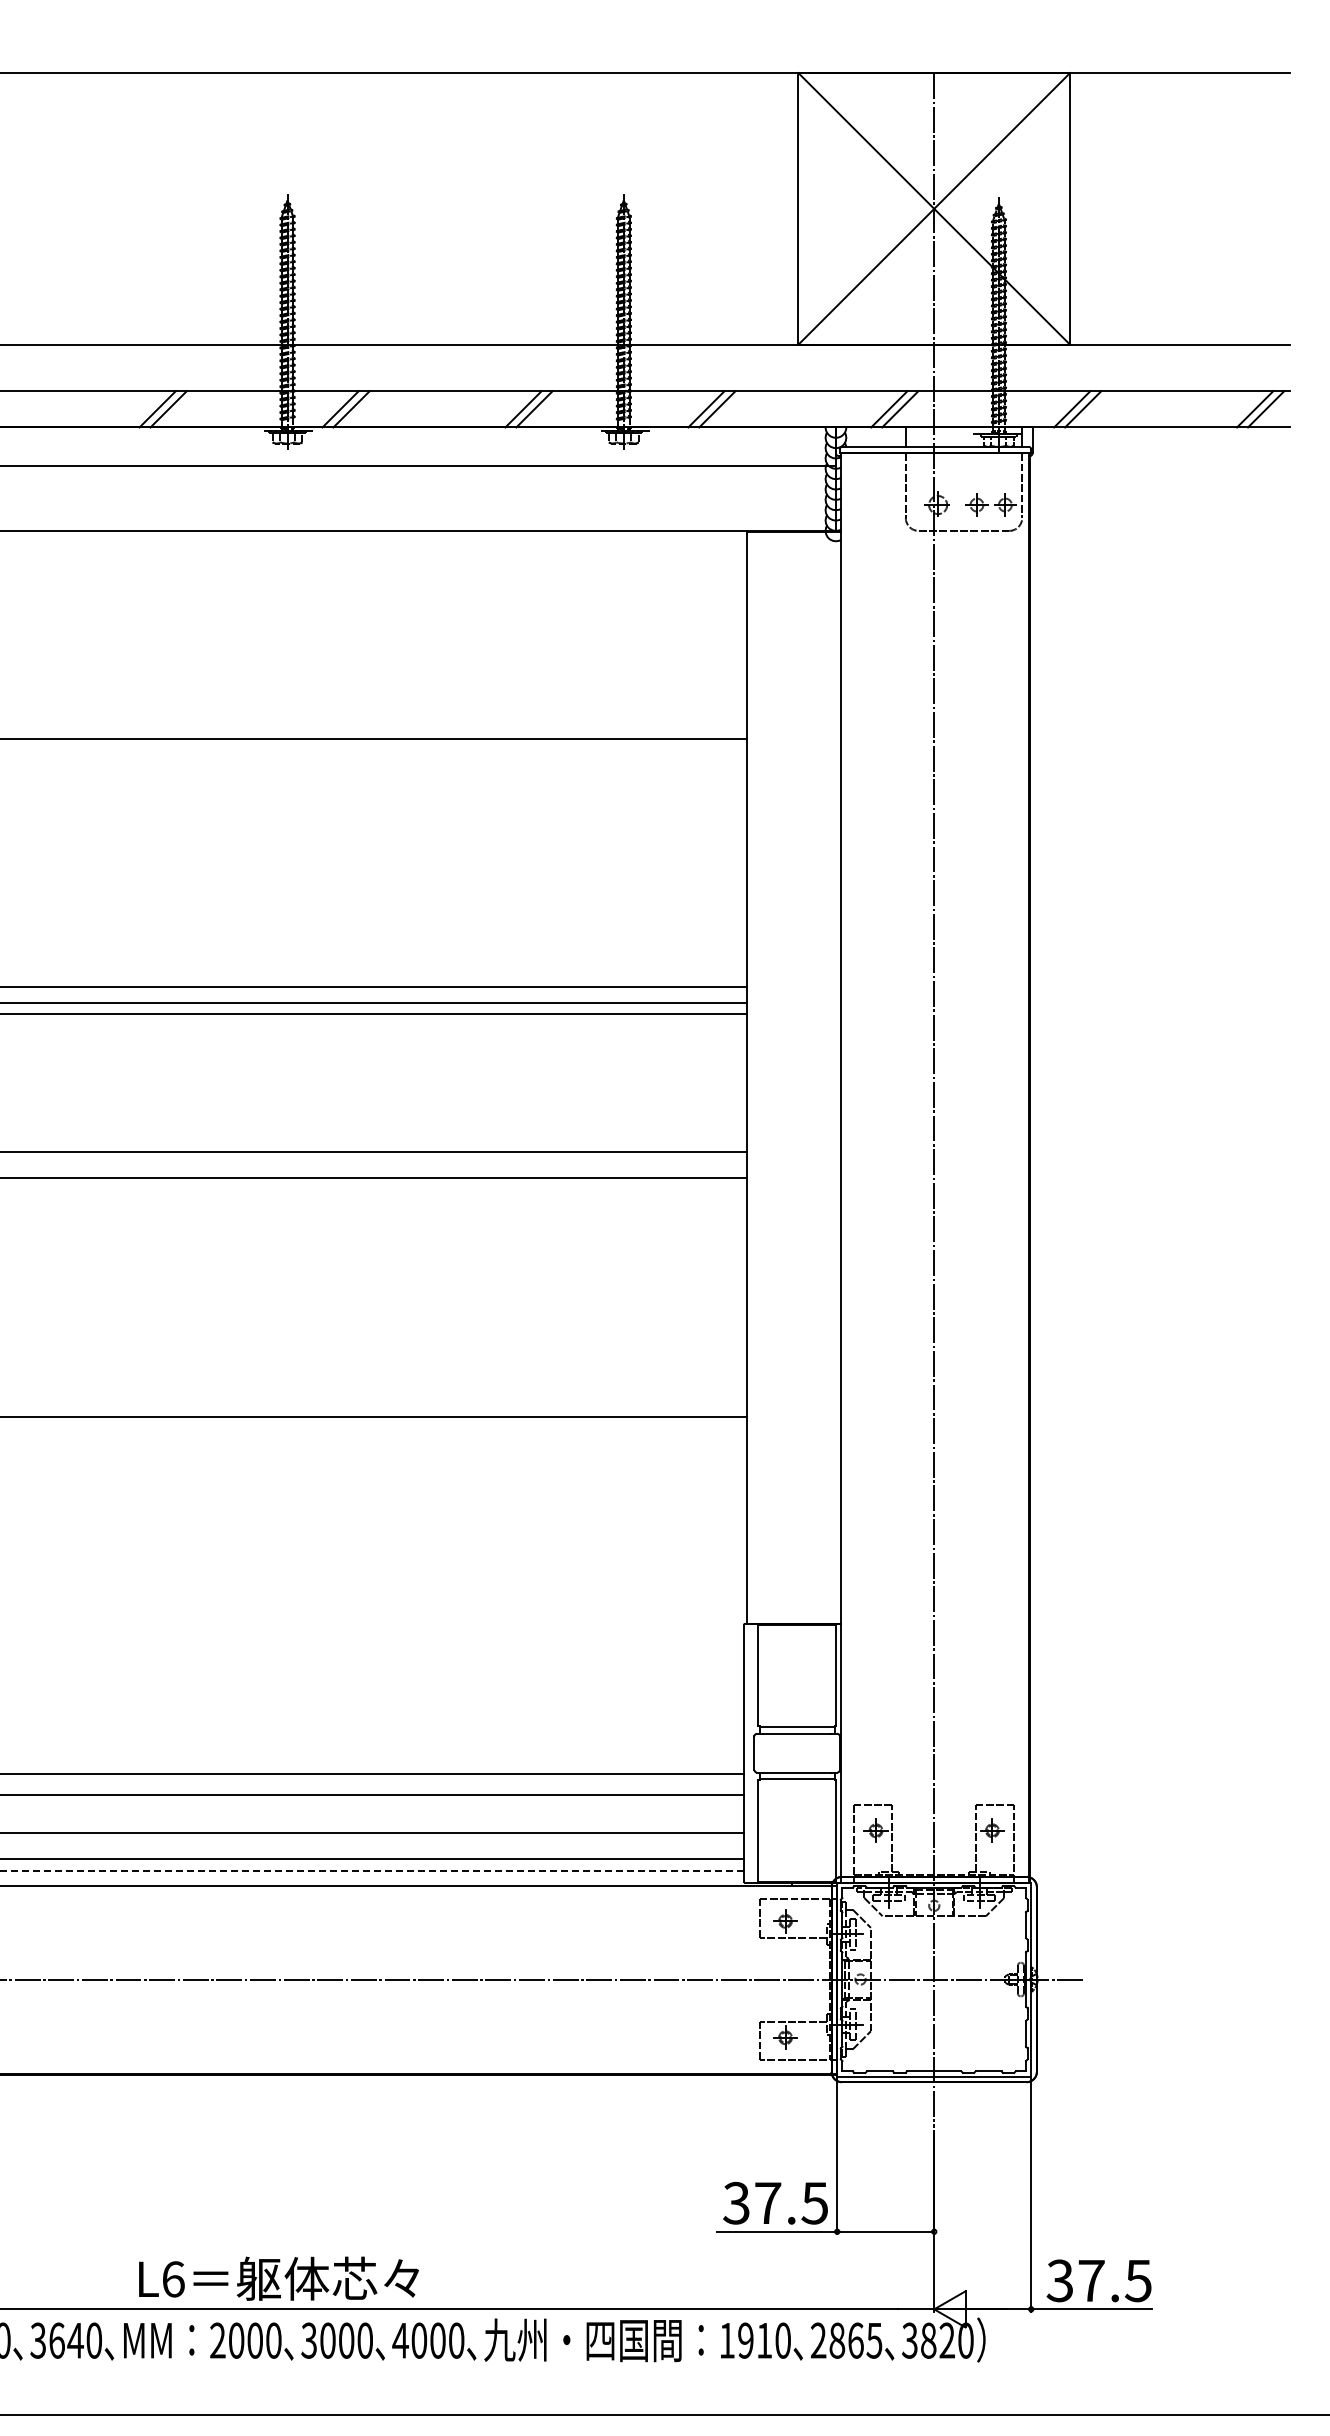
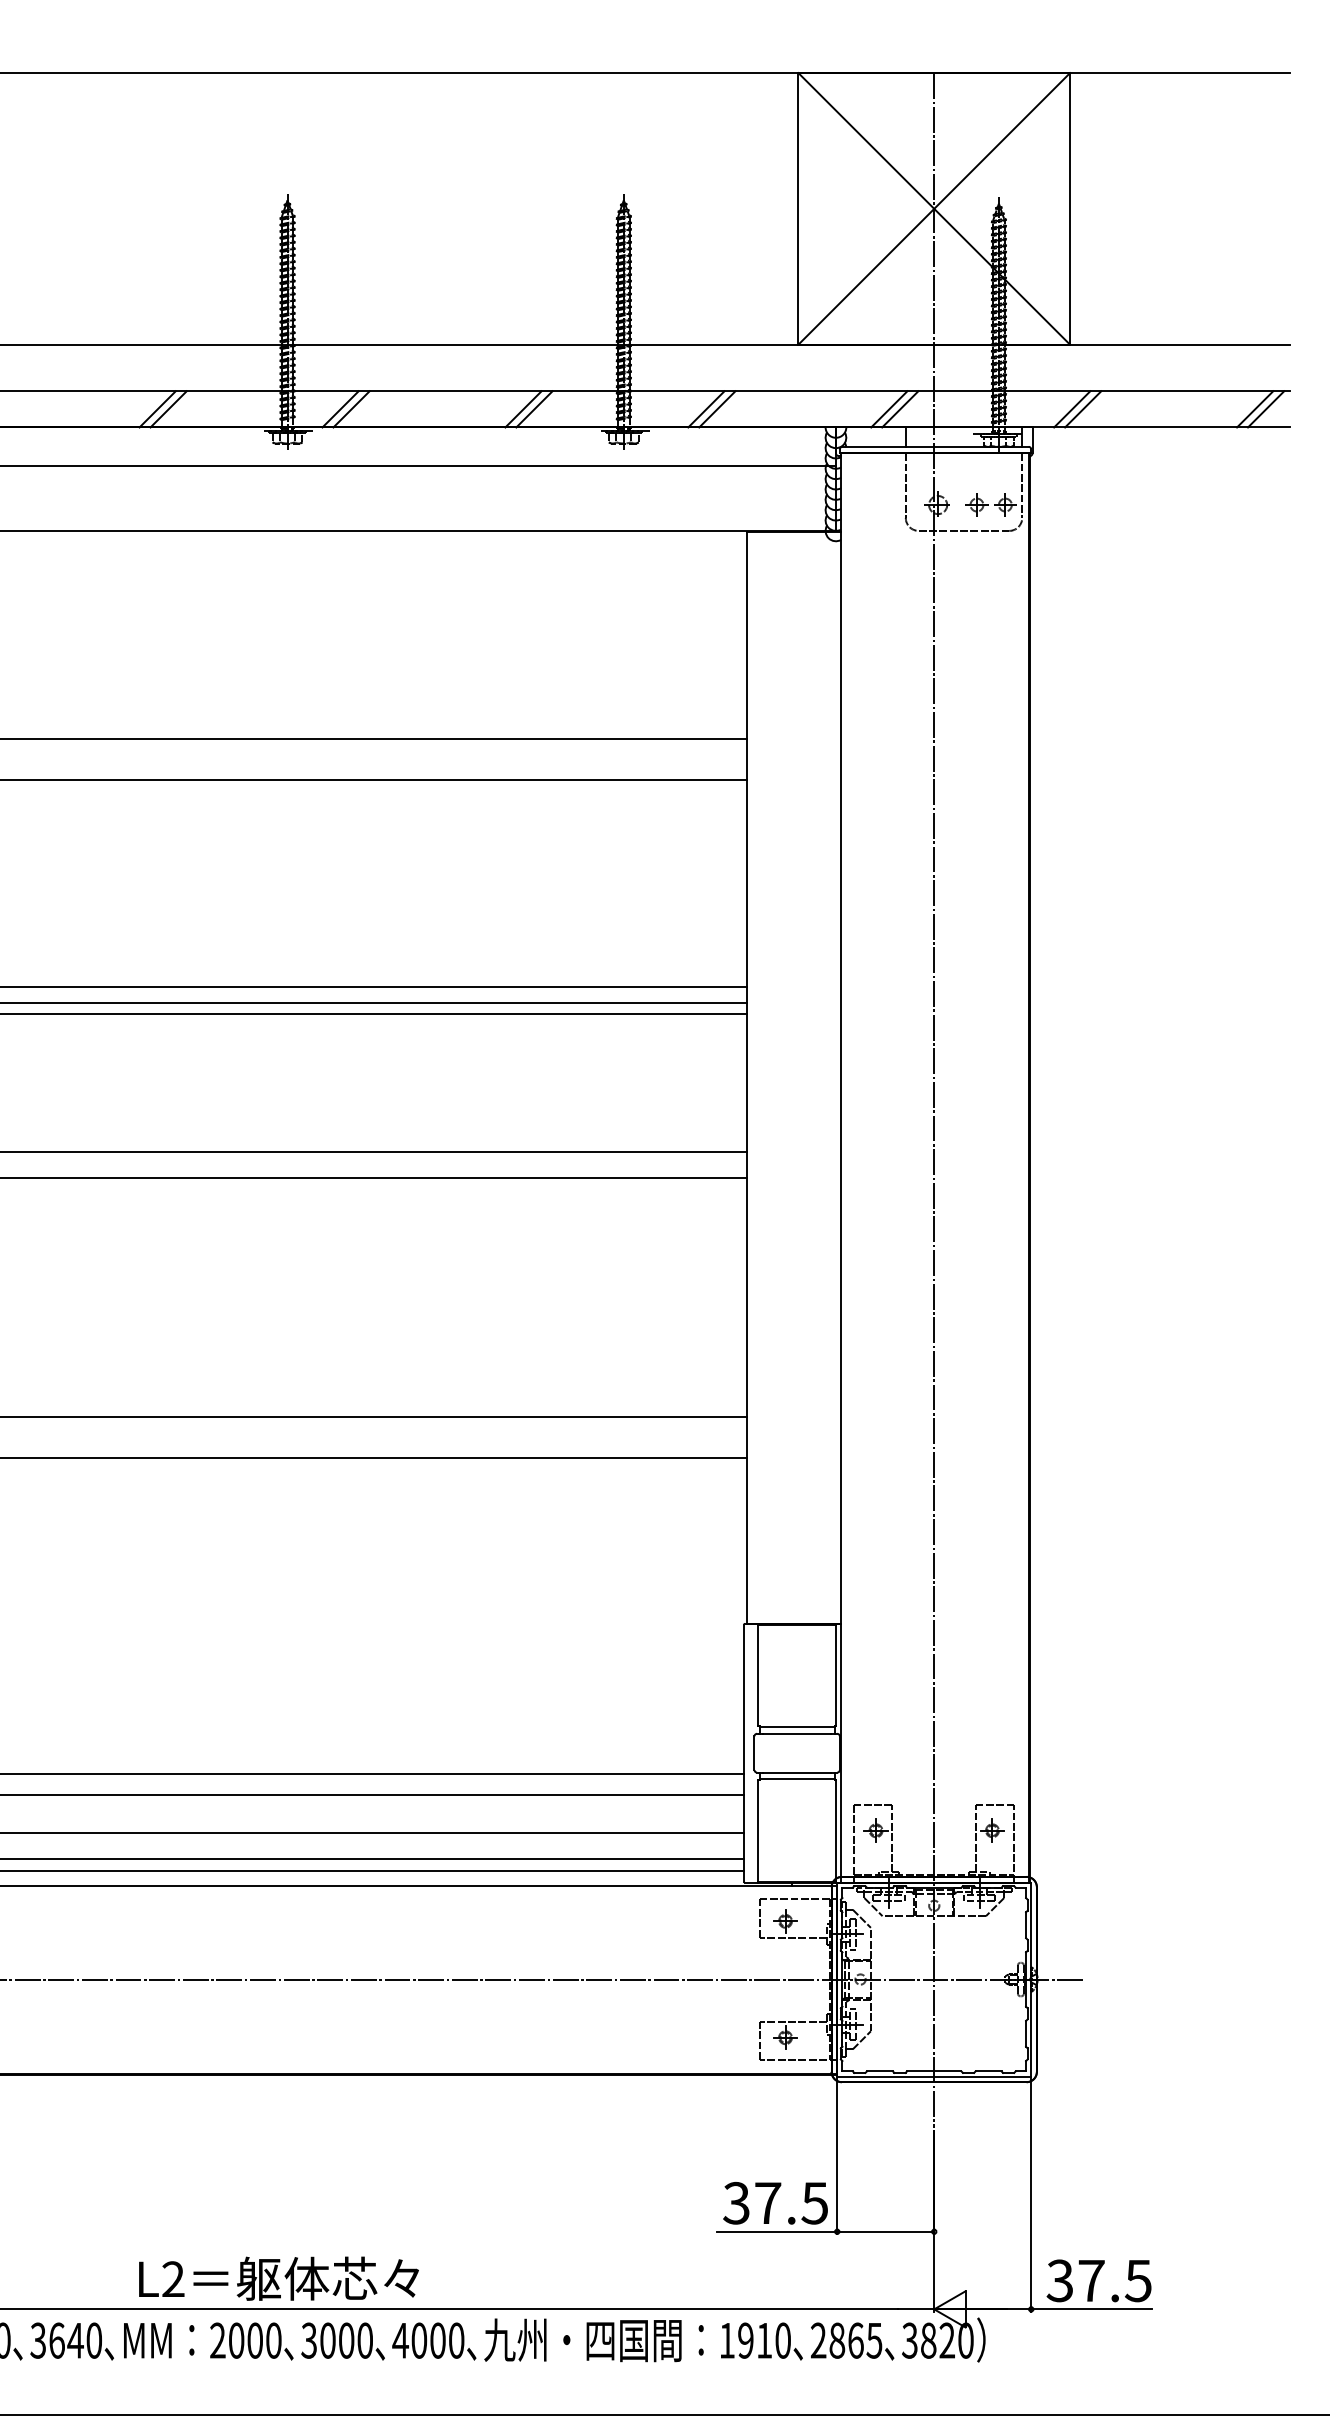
line at (374, 780): none -> present
line at (374, 1458): none -> present
line at (372, 1870): dashed -> solid
text at (173, 2279): L6 -> L2
